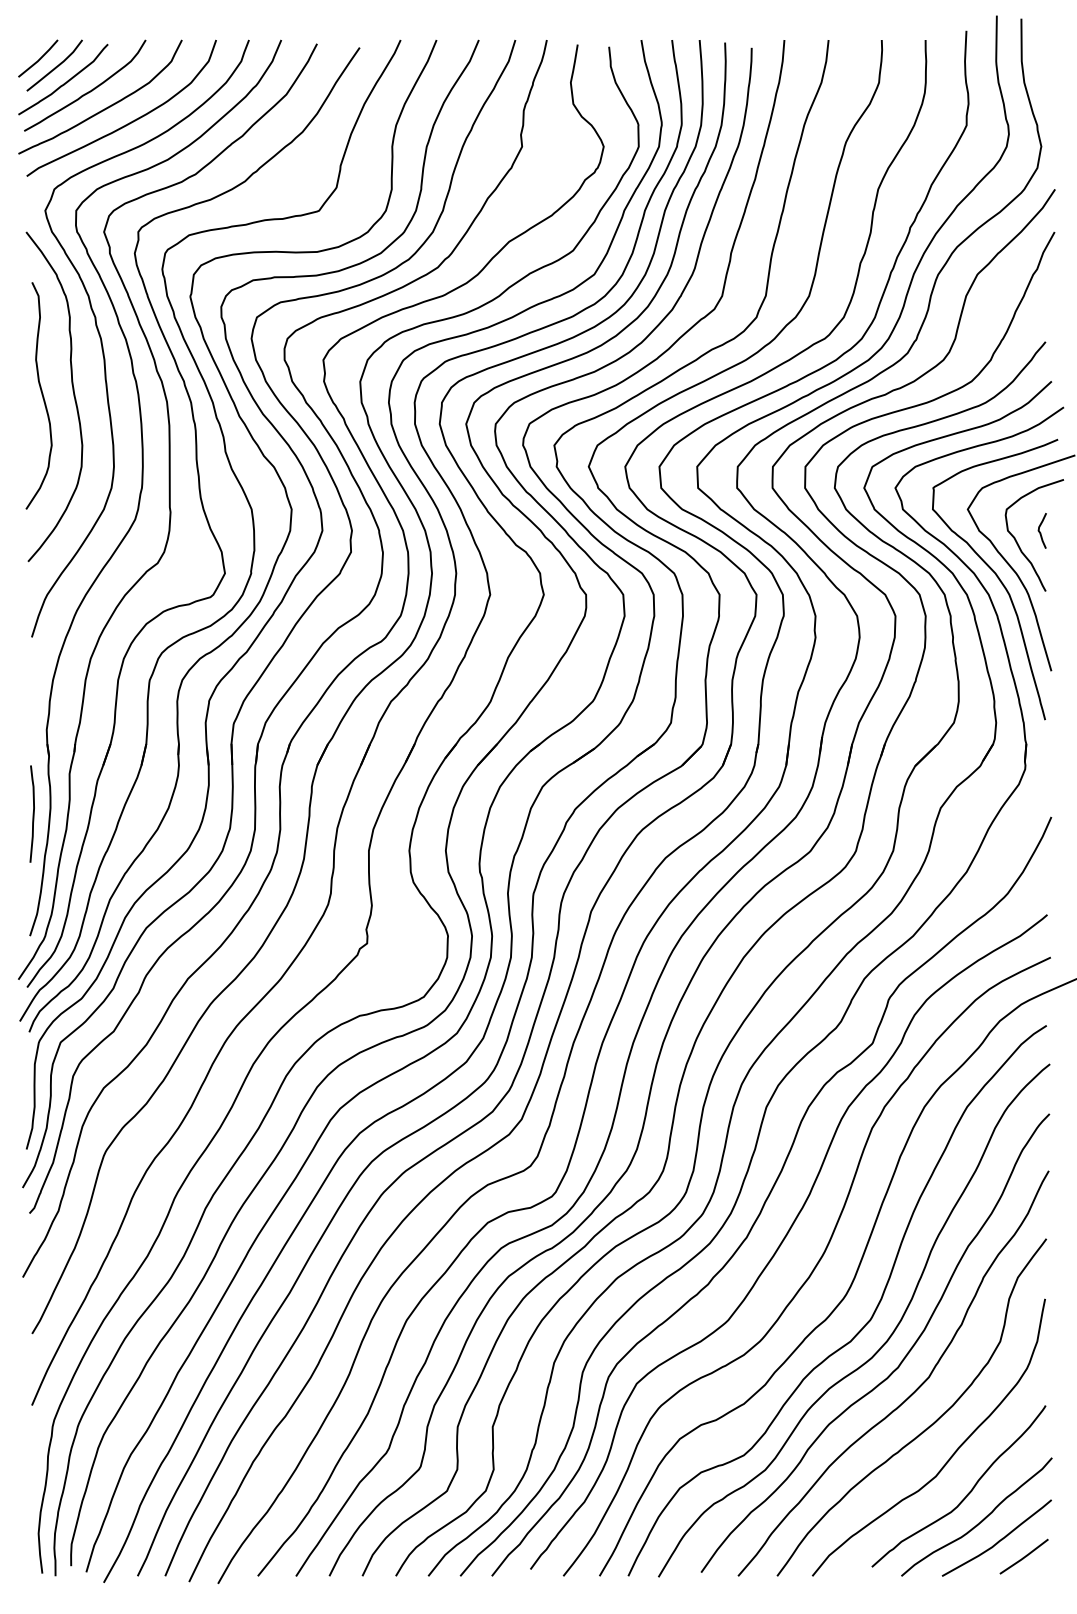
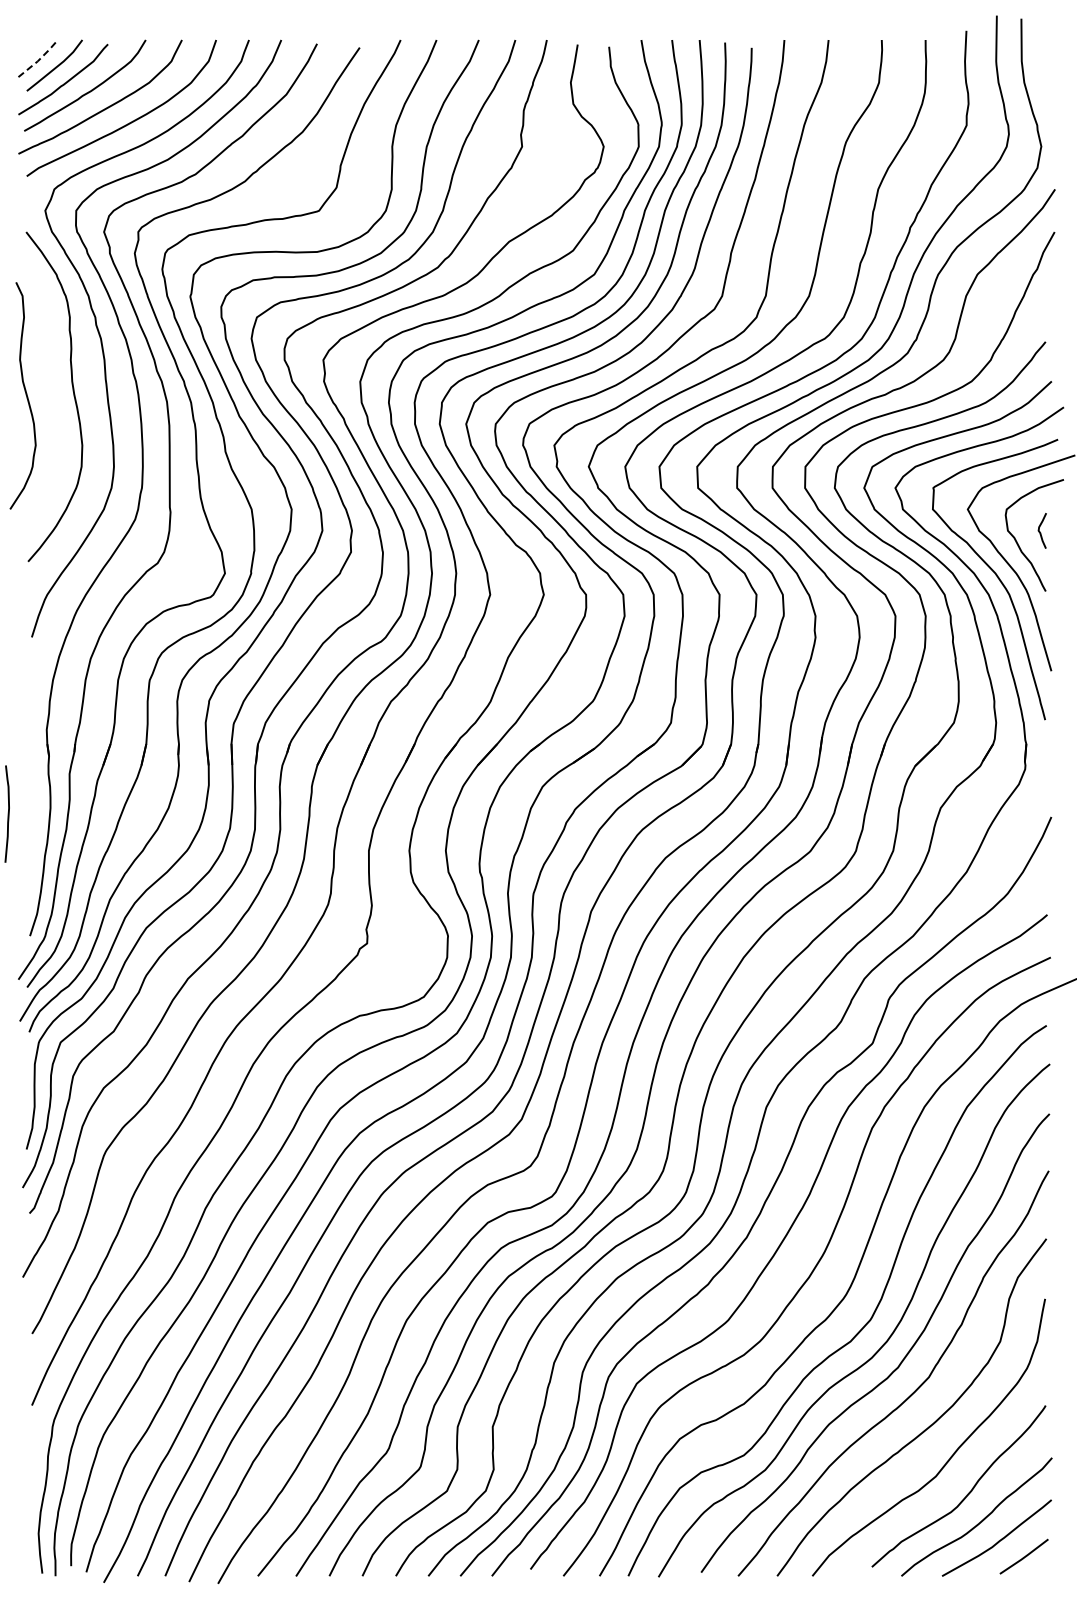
line at (39, 59): solid -> dashed
curve at (41, 395) position: (41, 395) -> (25, 395)
curve at (32, 813) position: (32, 813) -> (7, 813)
